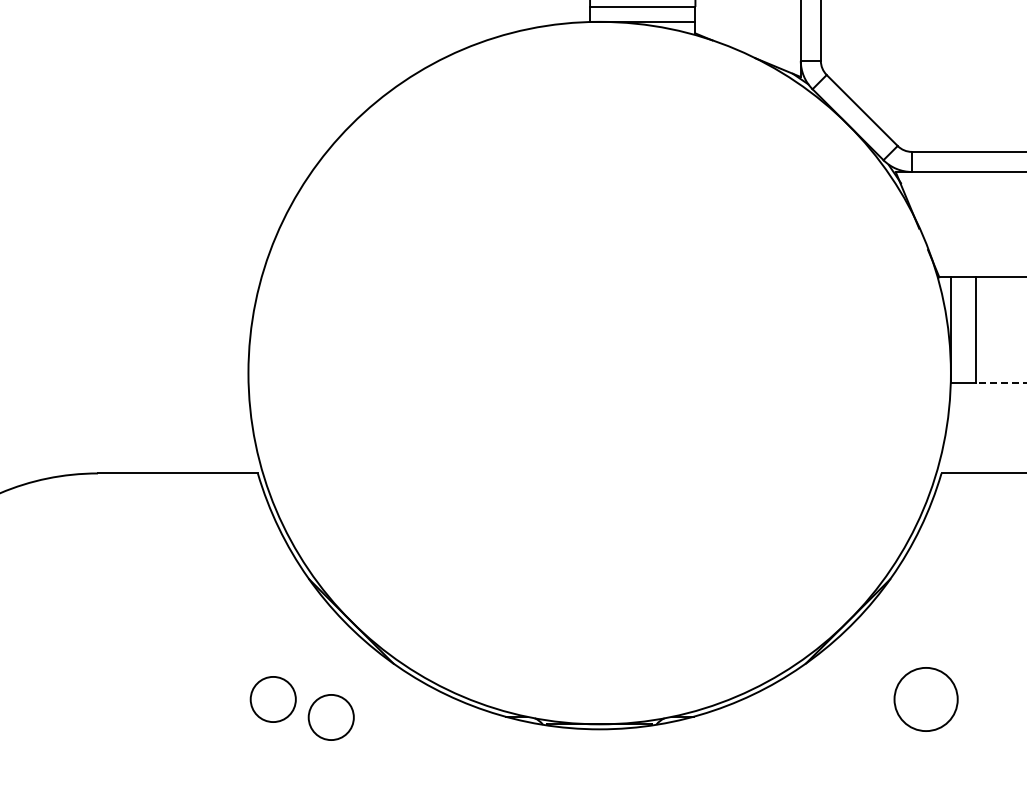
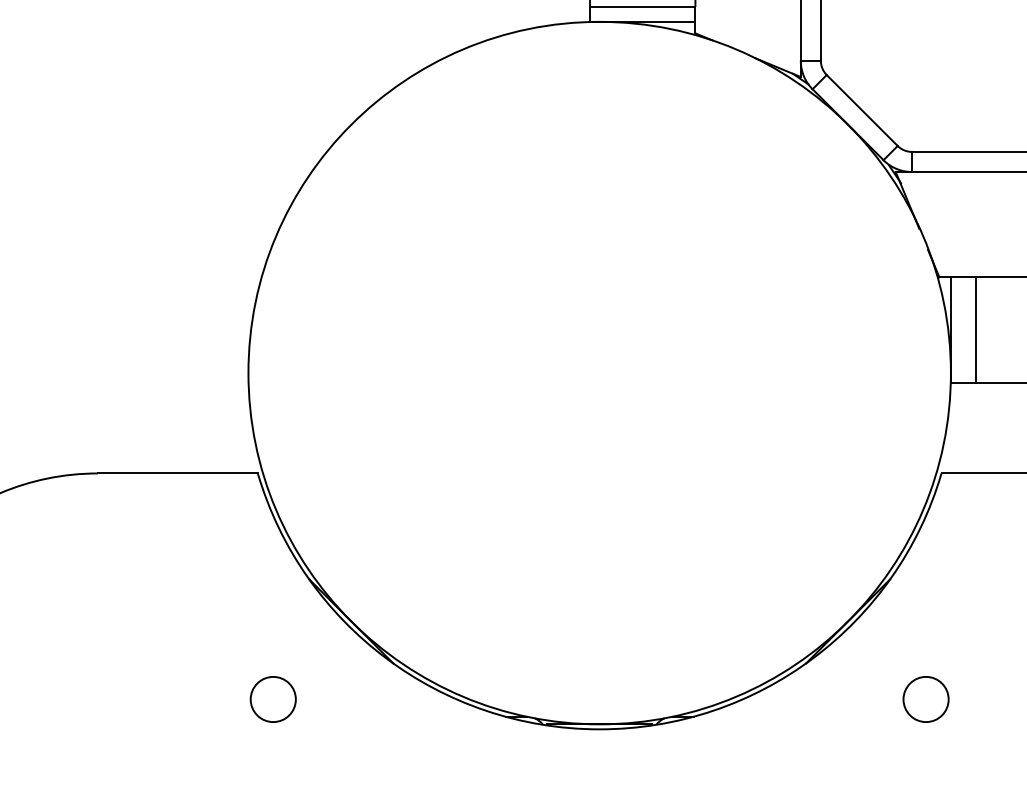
line at (1000, 382): dashed -> solid
circle at (925, 699) size: 66x65 px -> 48x47 px
circle at (330, 717): present -> none
